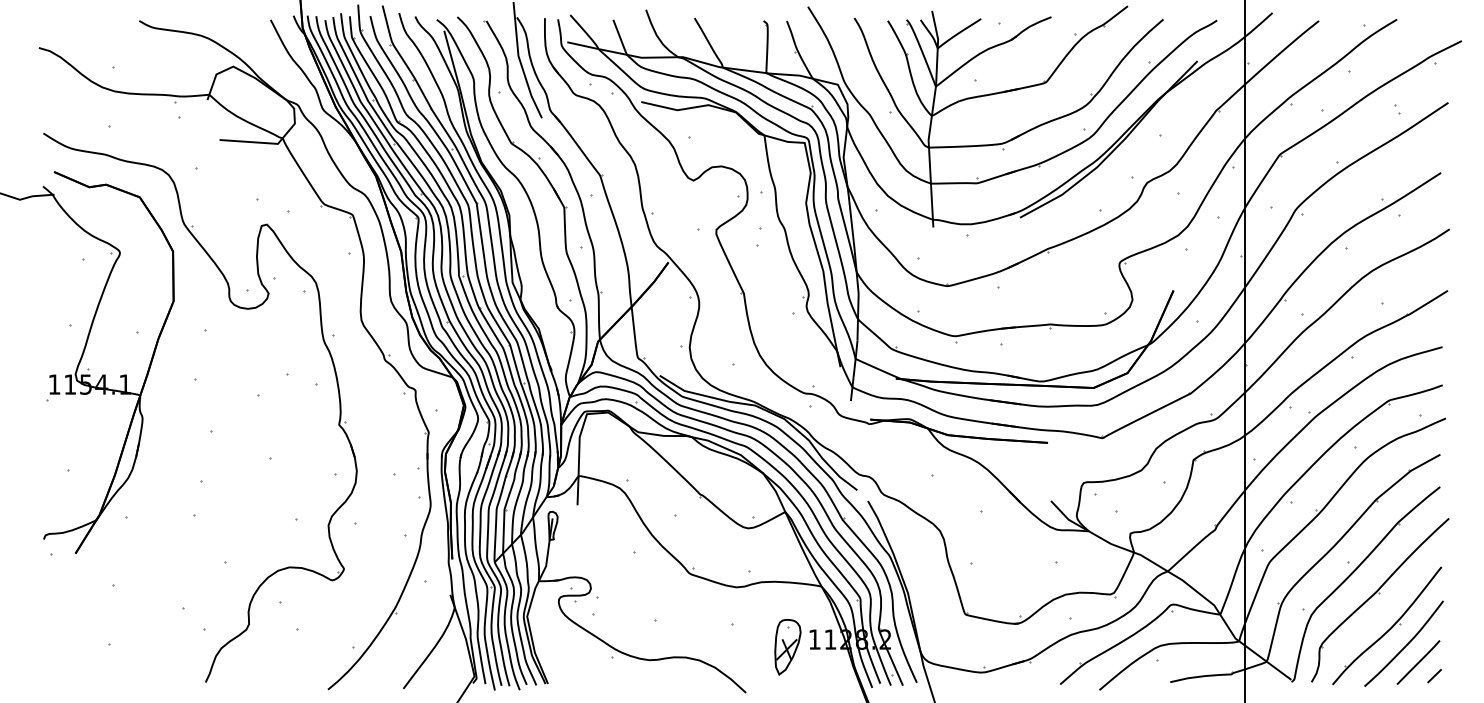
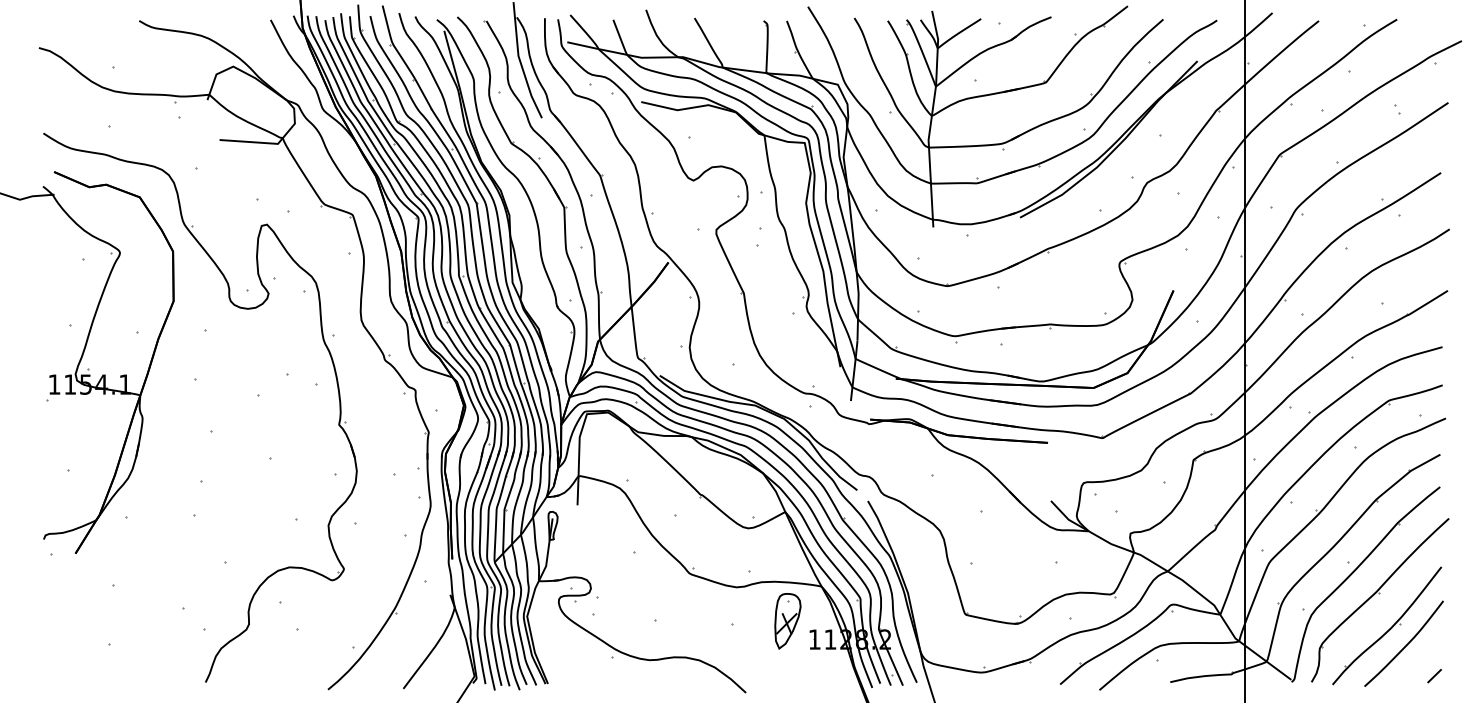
part at (787, 647) position: (787, 647) -> (787, 621)
line at (1418, 662): present -> none
